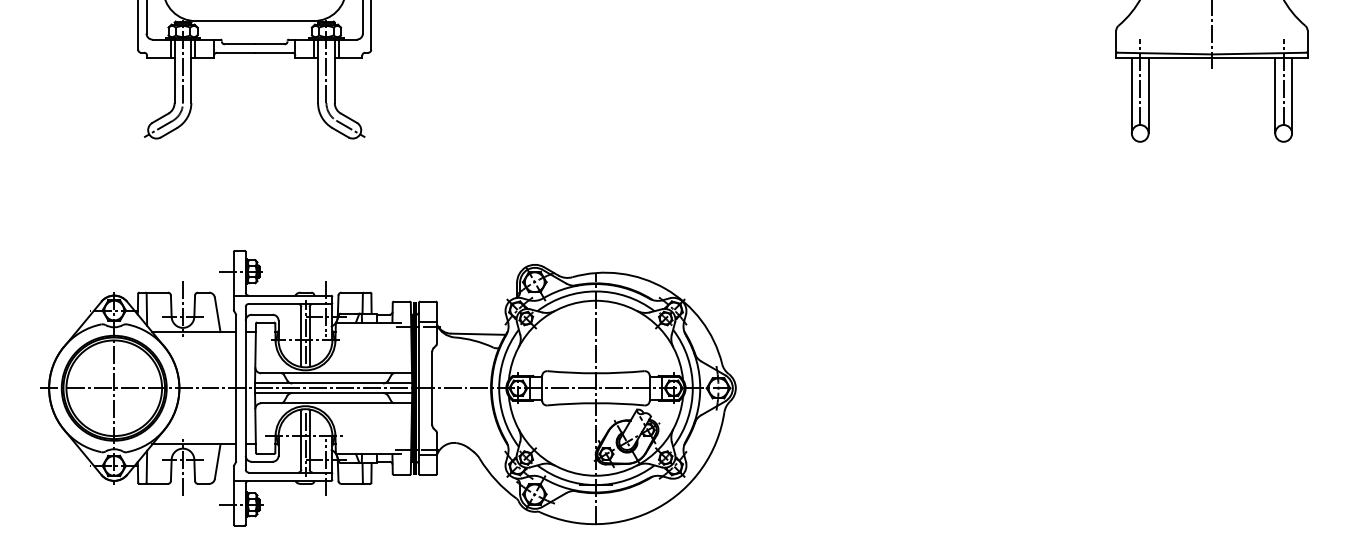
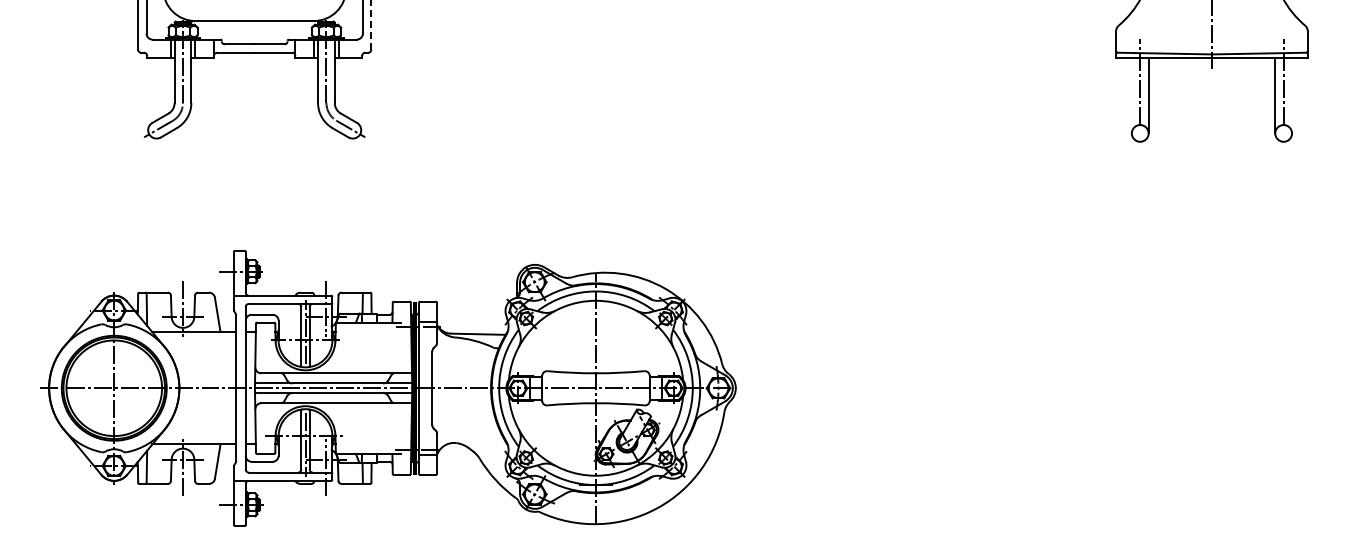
line at (371, 24): solid -> dashed
line at (1131, 95): present -> none
line at (1292, 95): present -> none
